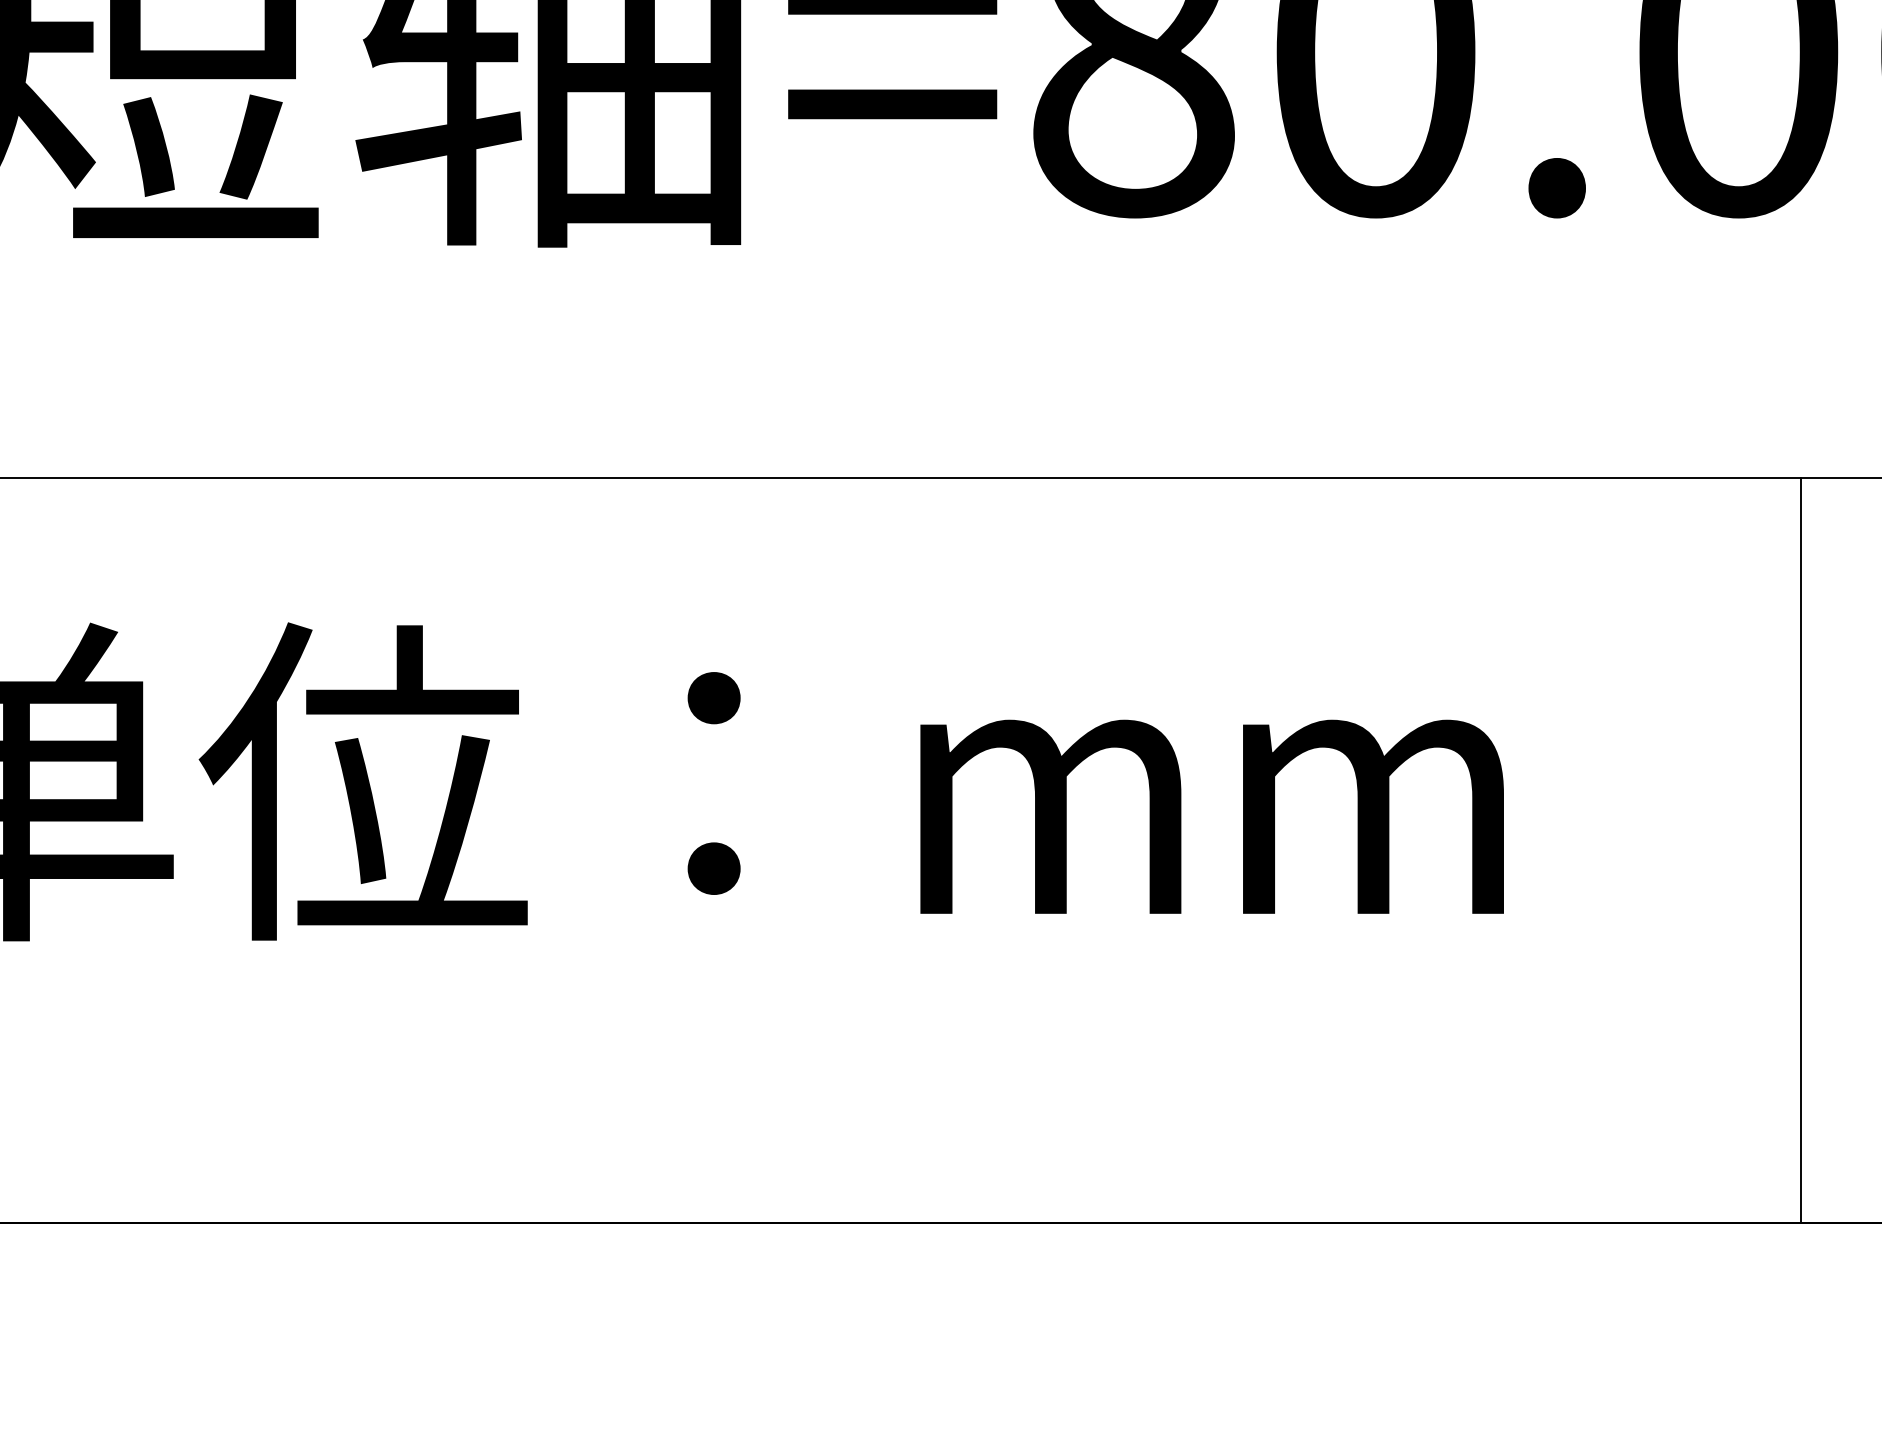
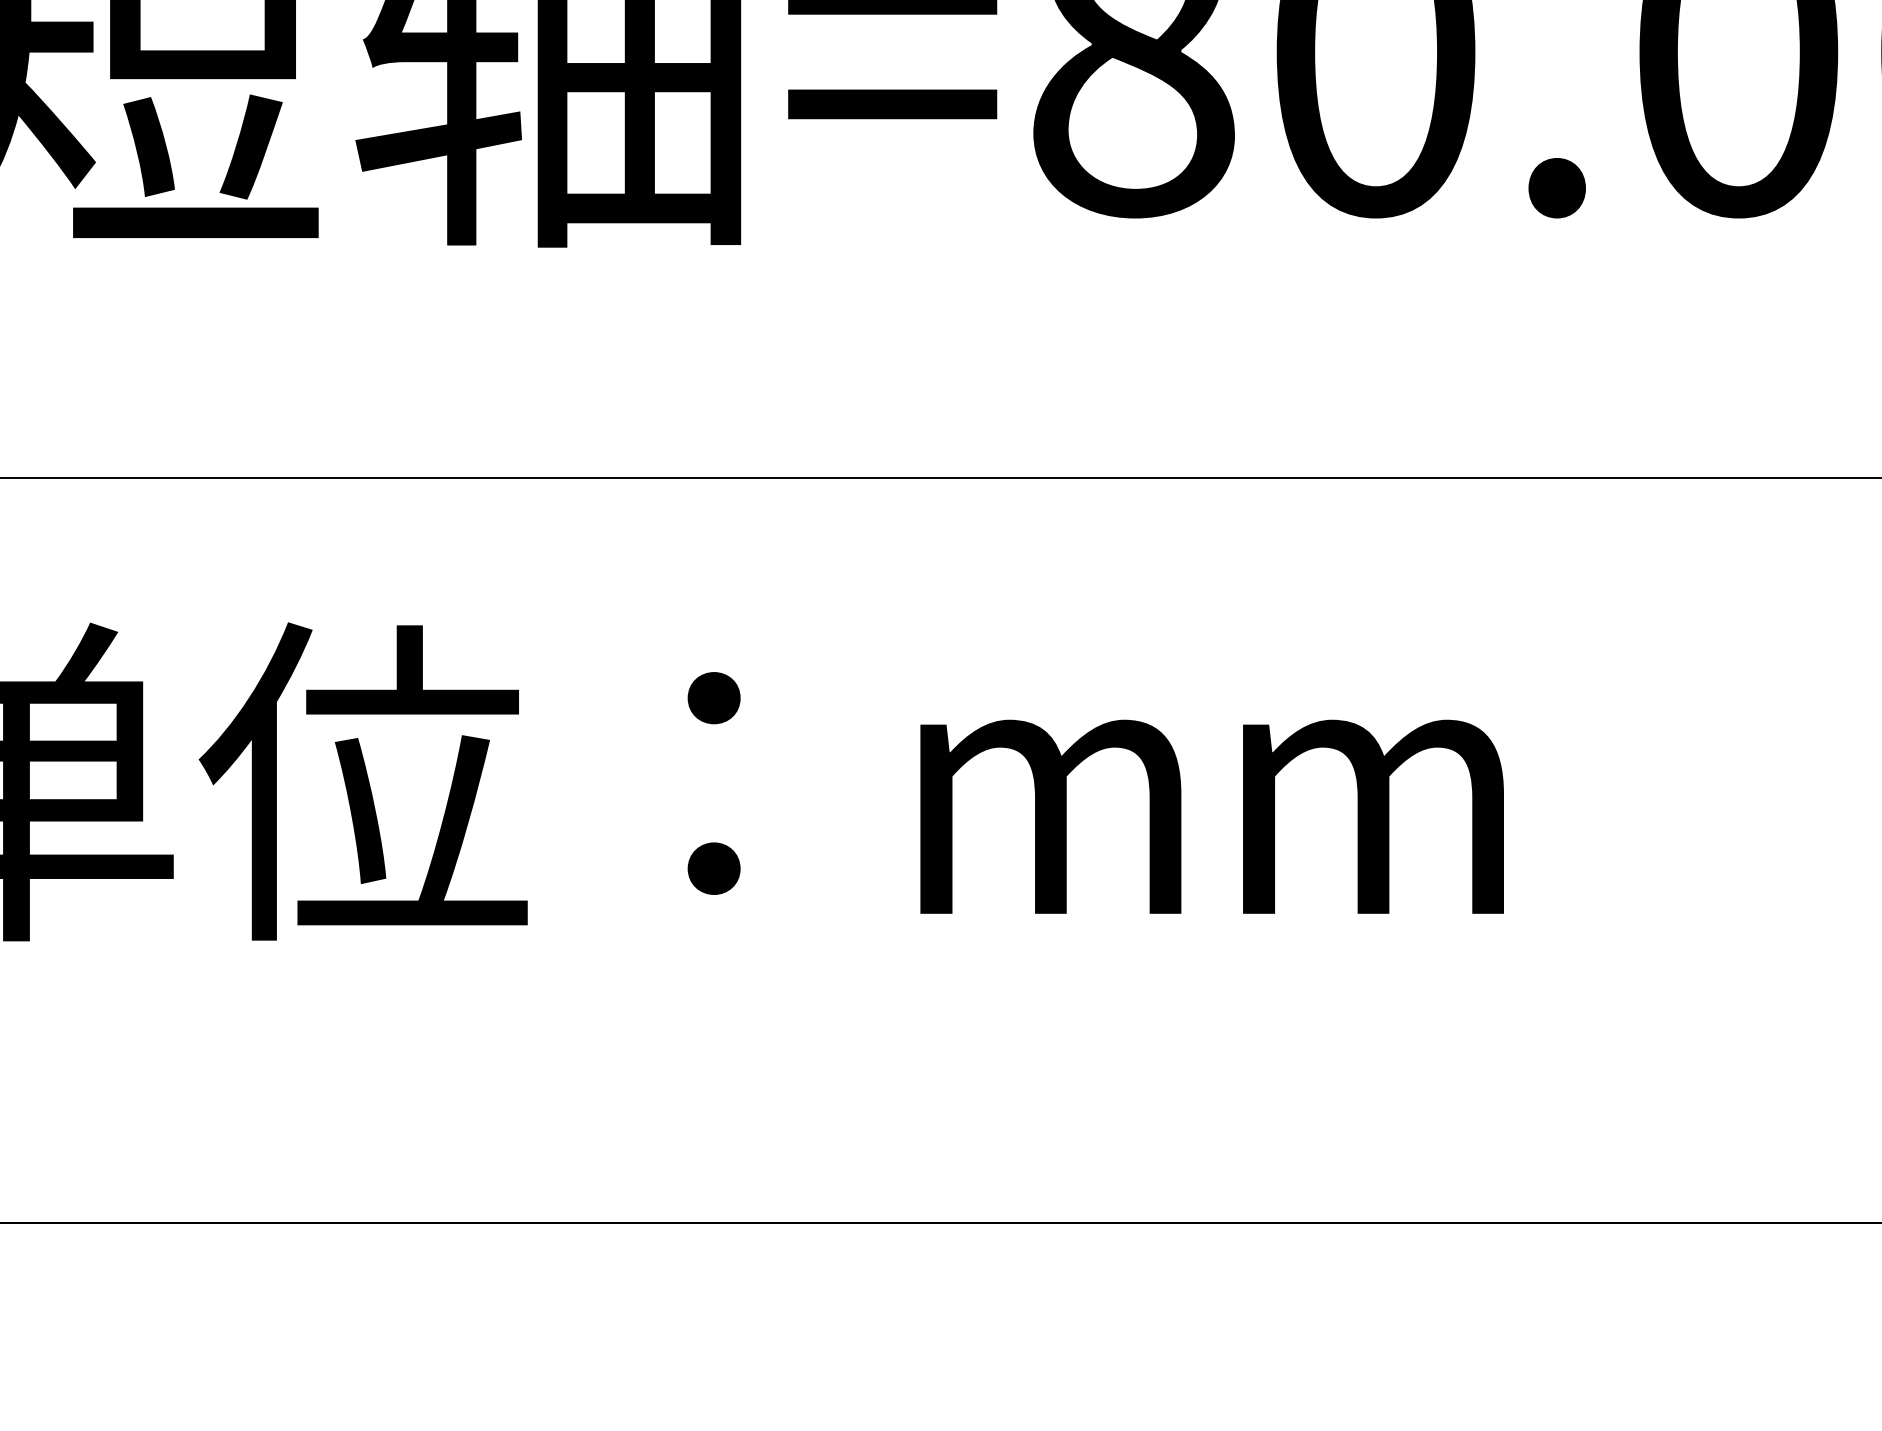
line at (1800, 850): present -> none
